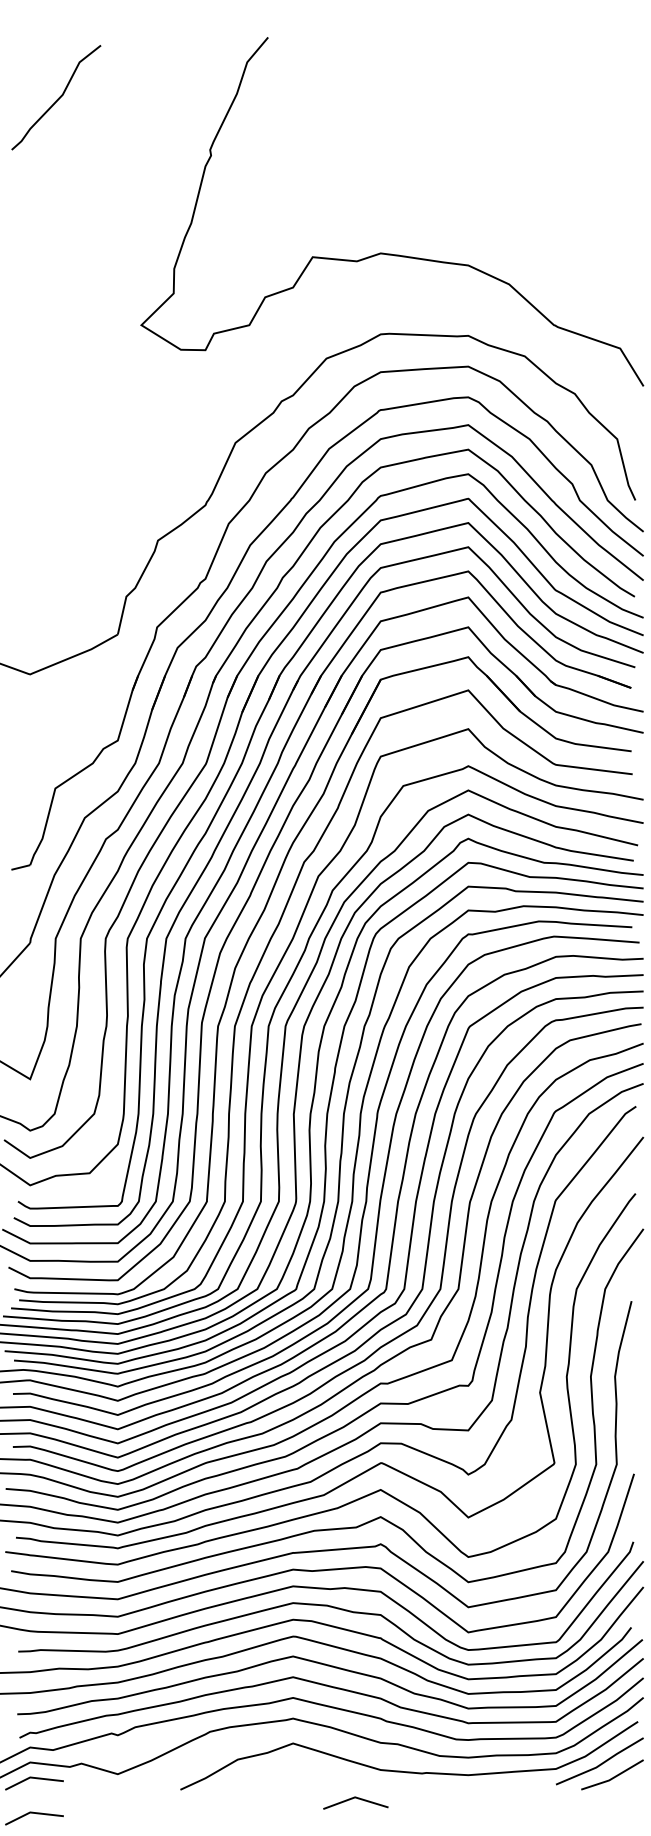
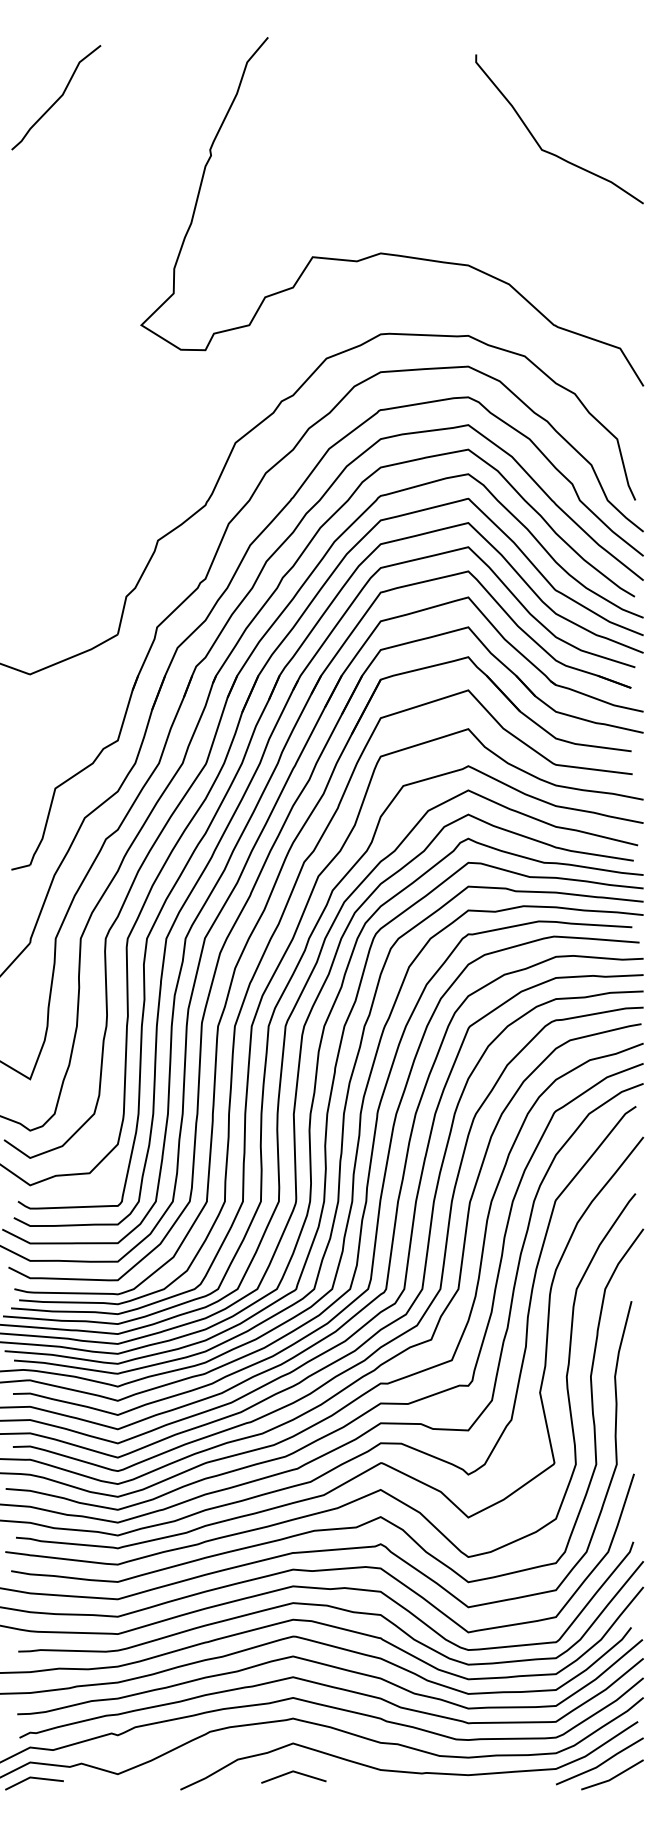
curve at (551, 152): none -> present
line at (355, 1798) position: (355, 1798) -> (293, 1772)
line at (36, 1814): present -> none
